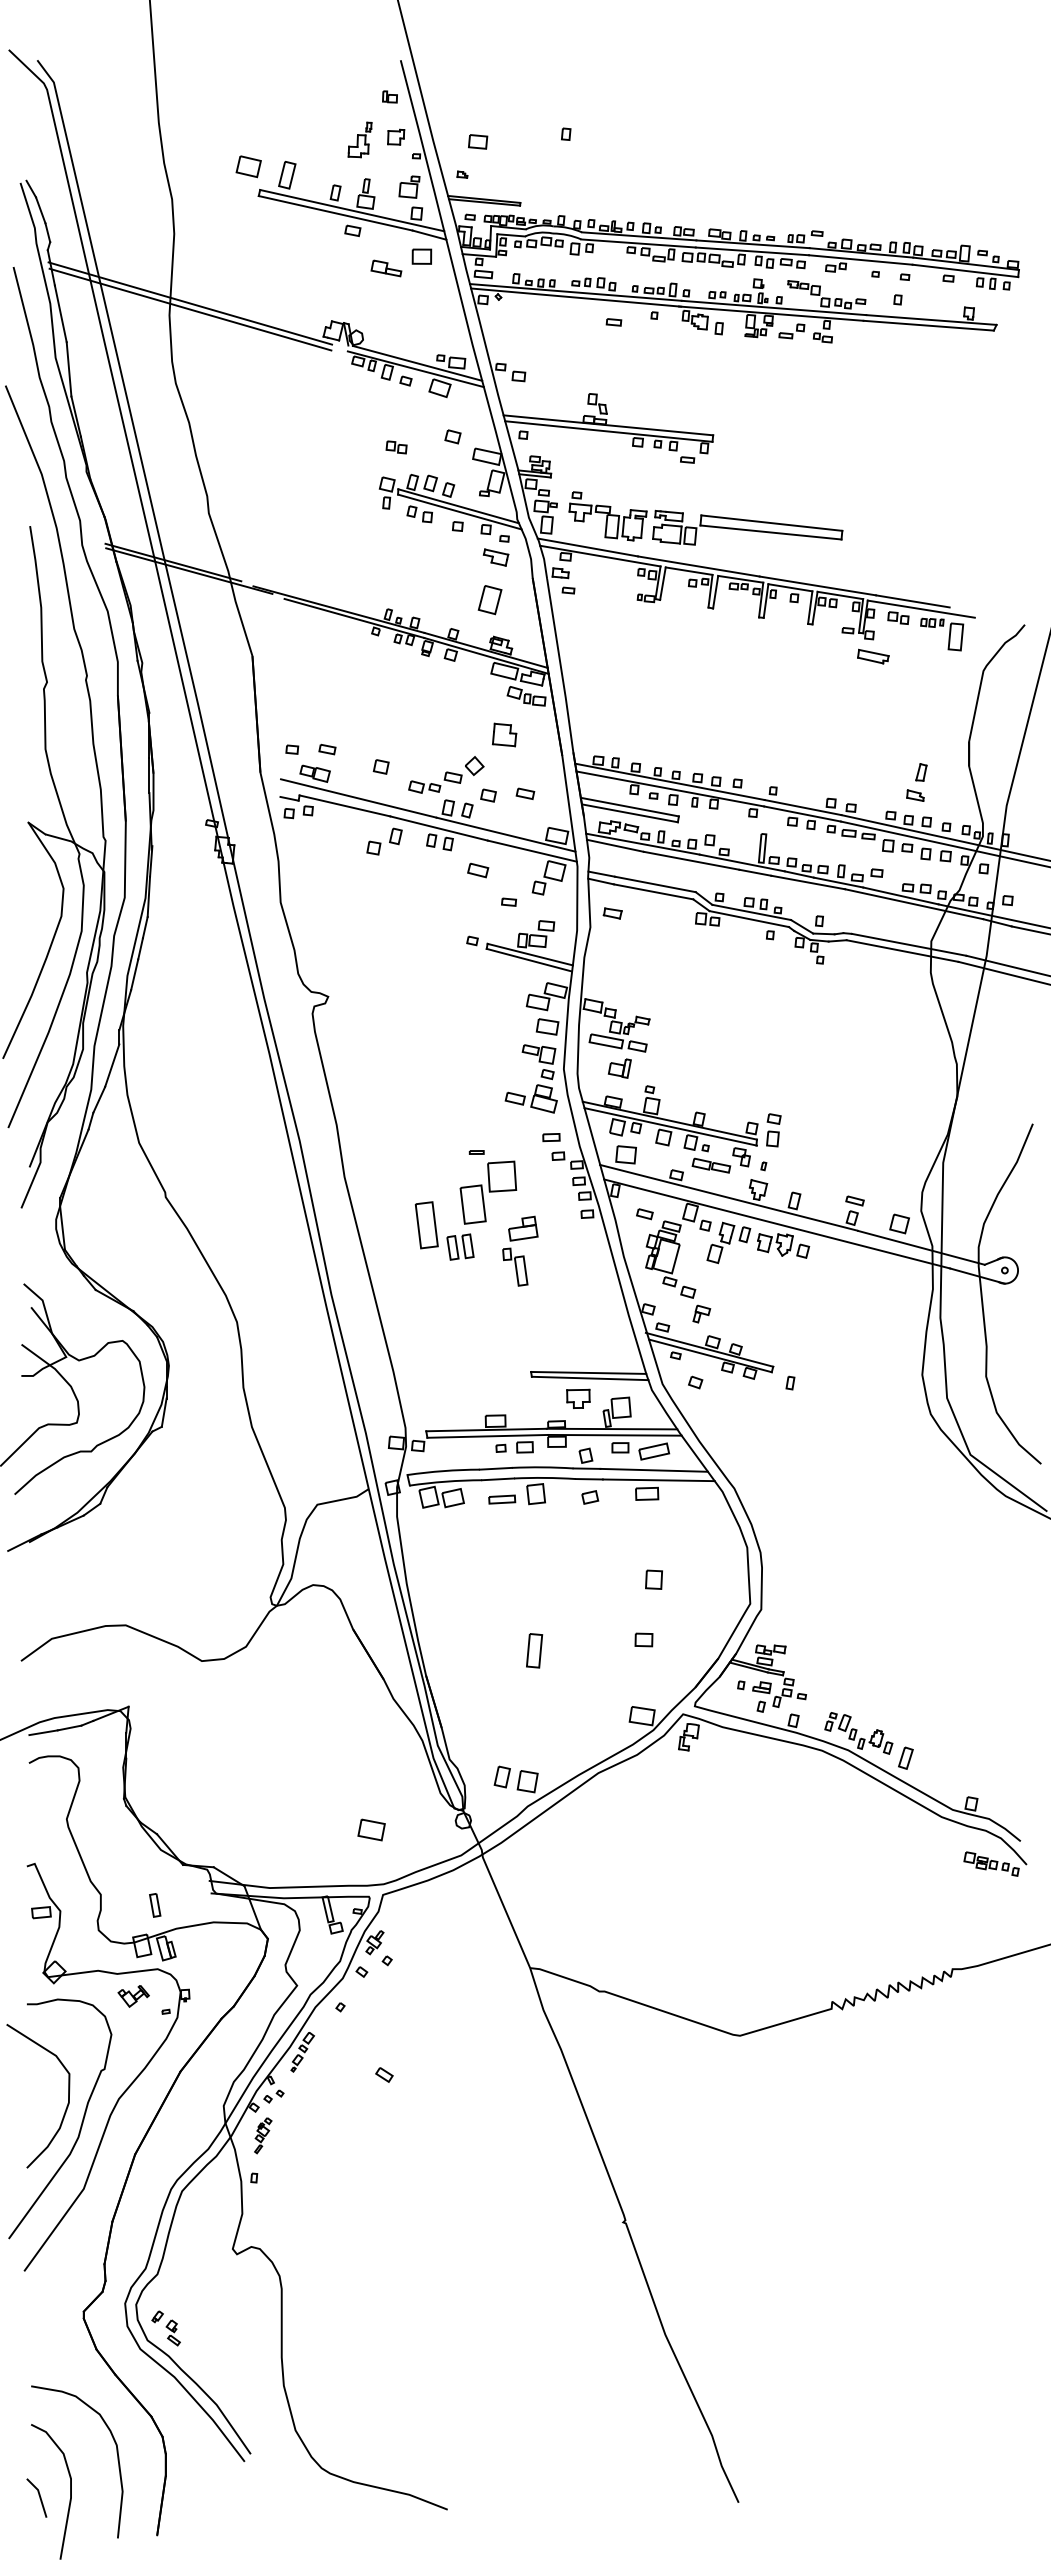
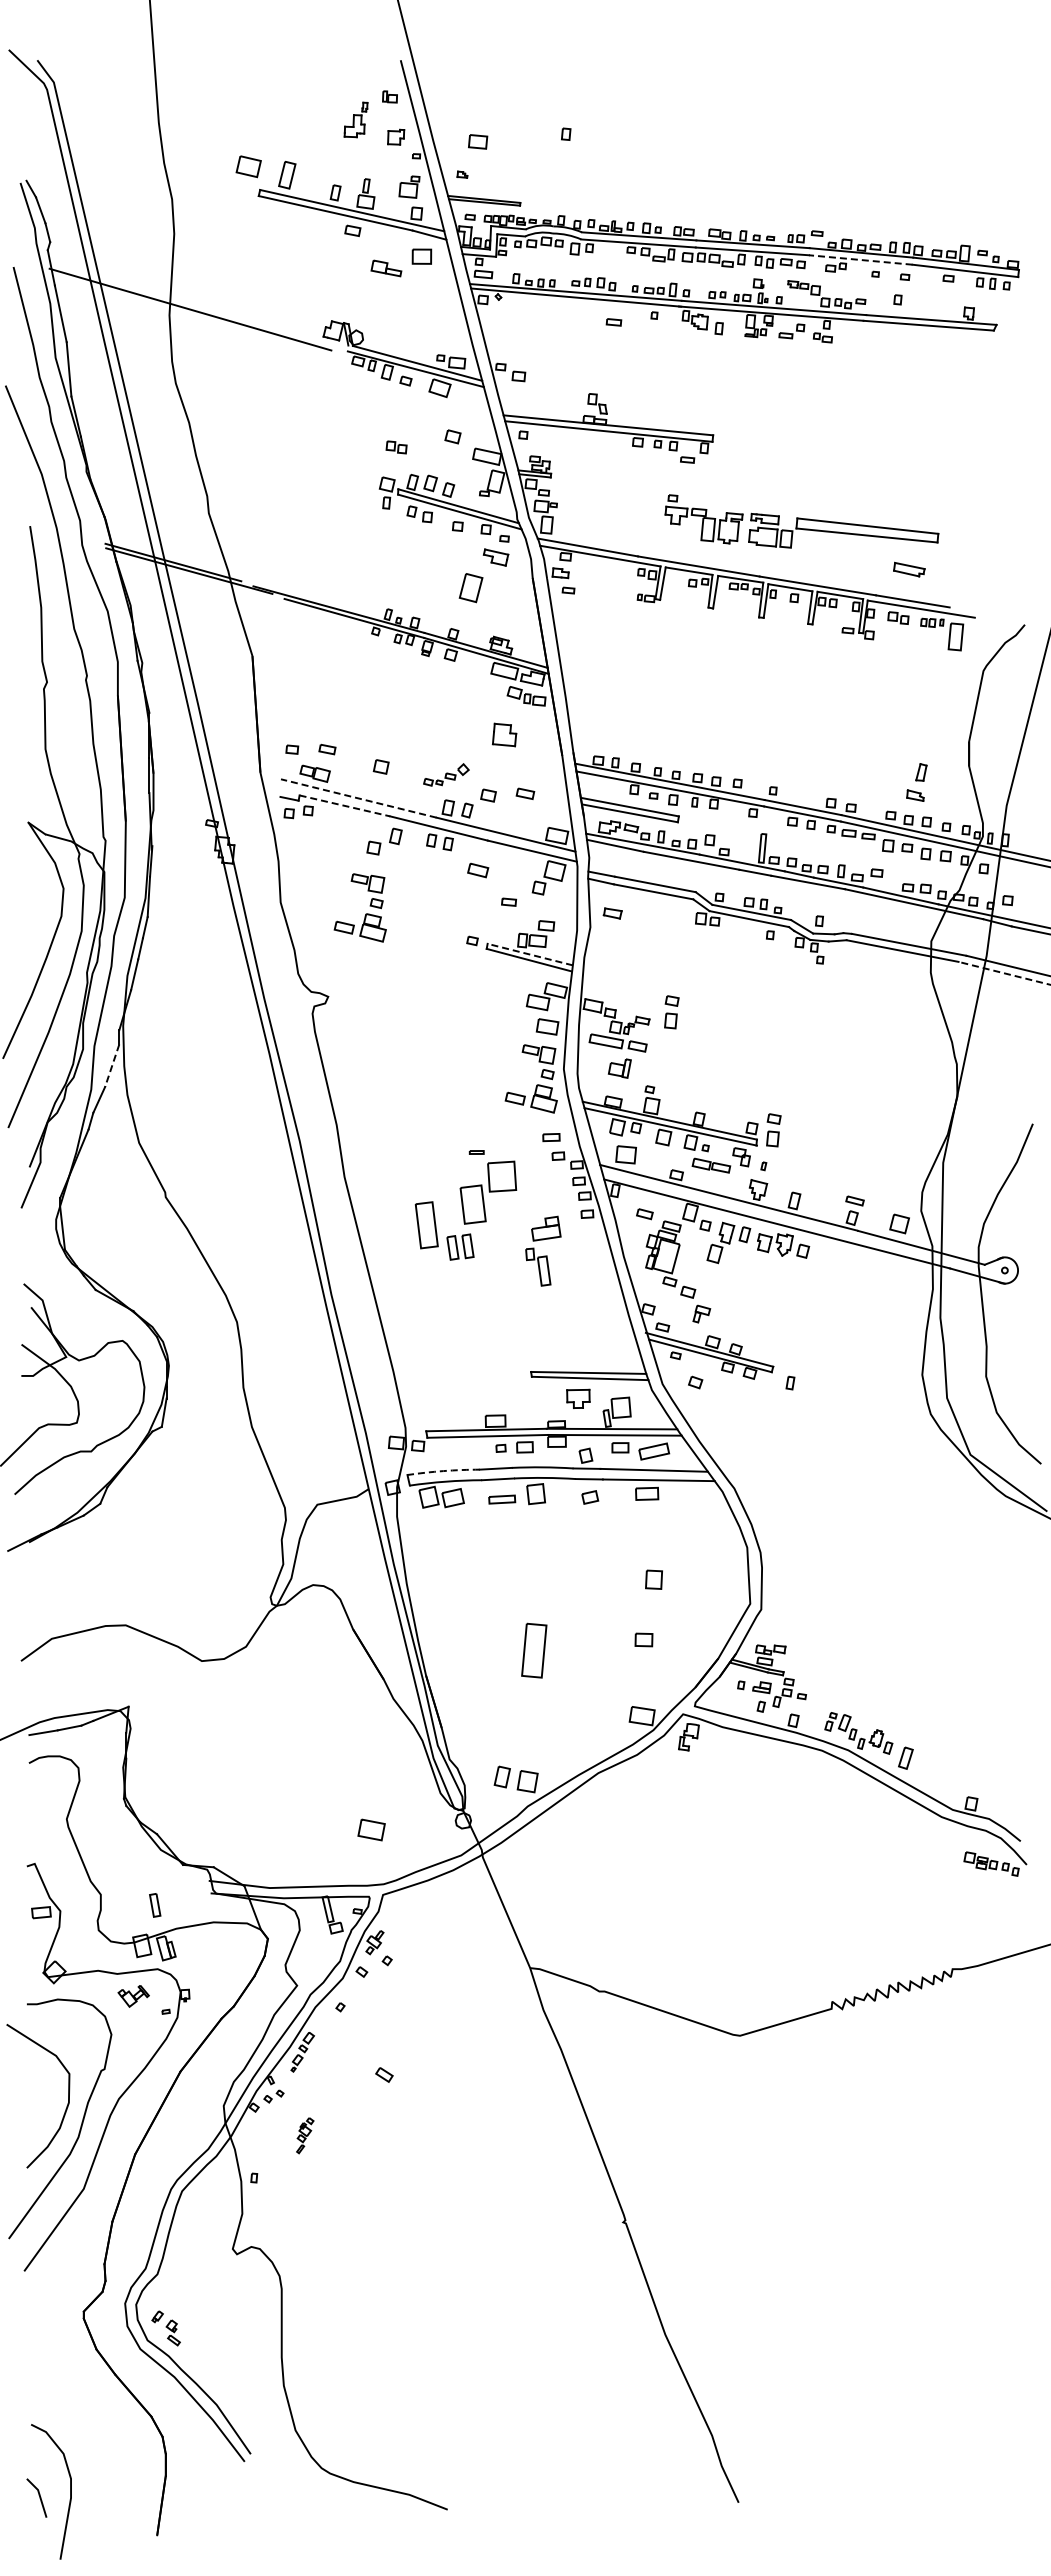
part at (359, 139) position: (359, 139) -> (355, 119)
line at (860, 259): solid -> dashed
line at (190, 303): present -> none
part at (705, 518) position: (705, 518) -> (801, 521)
part at (489, 600) position: (489, 600) -> (470, 588)
part at (873, 656) position: (873, 656) -> (909, 569)
part at (446, 774) size: 77x38 px -> 47x24 px
line at (358, 798): solid -> dashed
line at (344, 805): solid -> dashed
part at (365, 913): none -> present
line at (530, 954): solid -> dashed
line at (1004, 973): solid -> dashed
part at (671, 1012): none -> present
line at (112, 1066): solid -> dashed
part at (520, 1250) position: (520, 1250) -> (543, 1250)
arc at (443, 1471): solid -> dashed
part at (534, 1650) size: 18x36 px -> 27x57 px
part at (263, 2135) position: (263, 2135) -> (305, 2135)
curve at (116, 2453): present -> none
